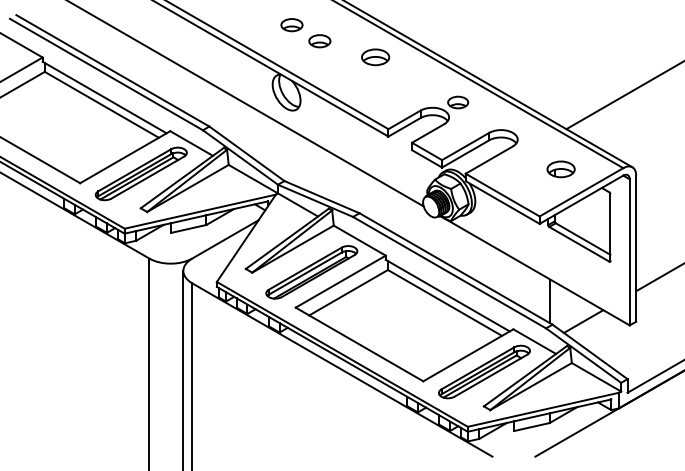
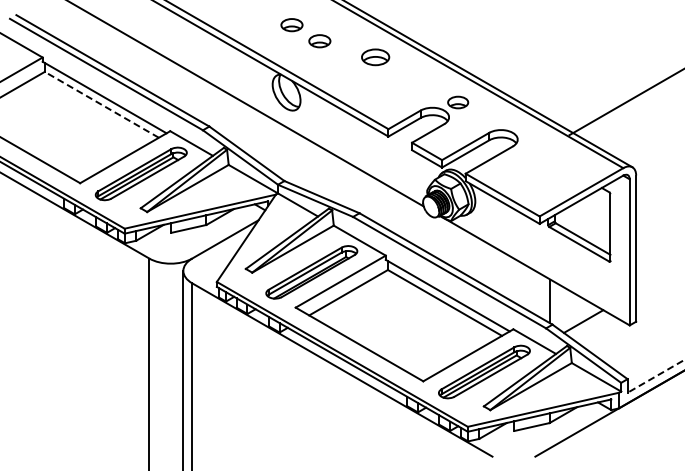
line at (623, 95) position: (623, 95) -> (625, 102)
line at (101, 104): solid -> dashed
part at (560, 169): present -> none
line at (658, 278): present -> none
line at (656, 376): solid -> dashed
